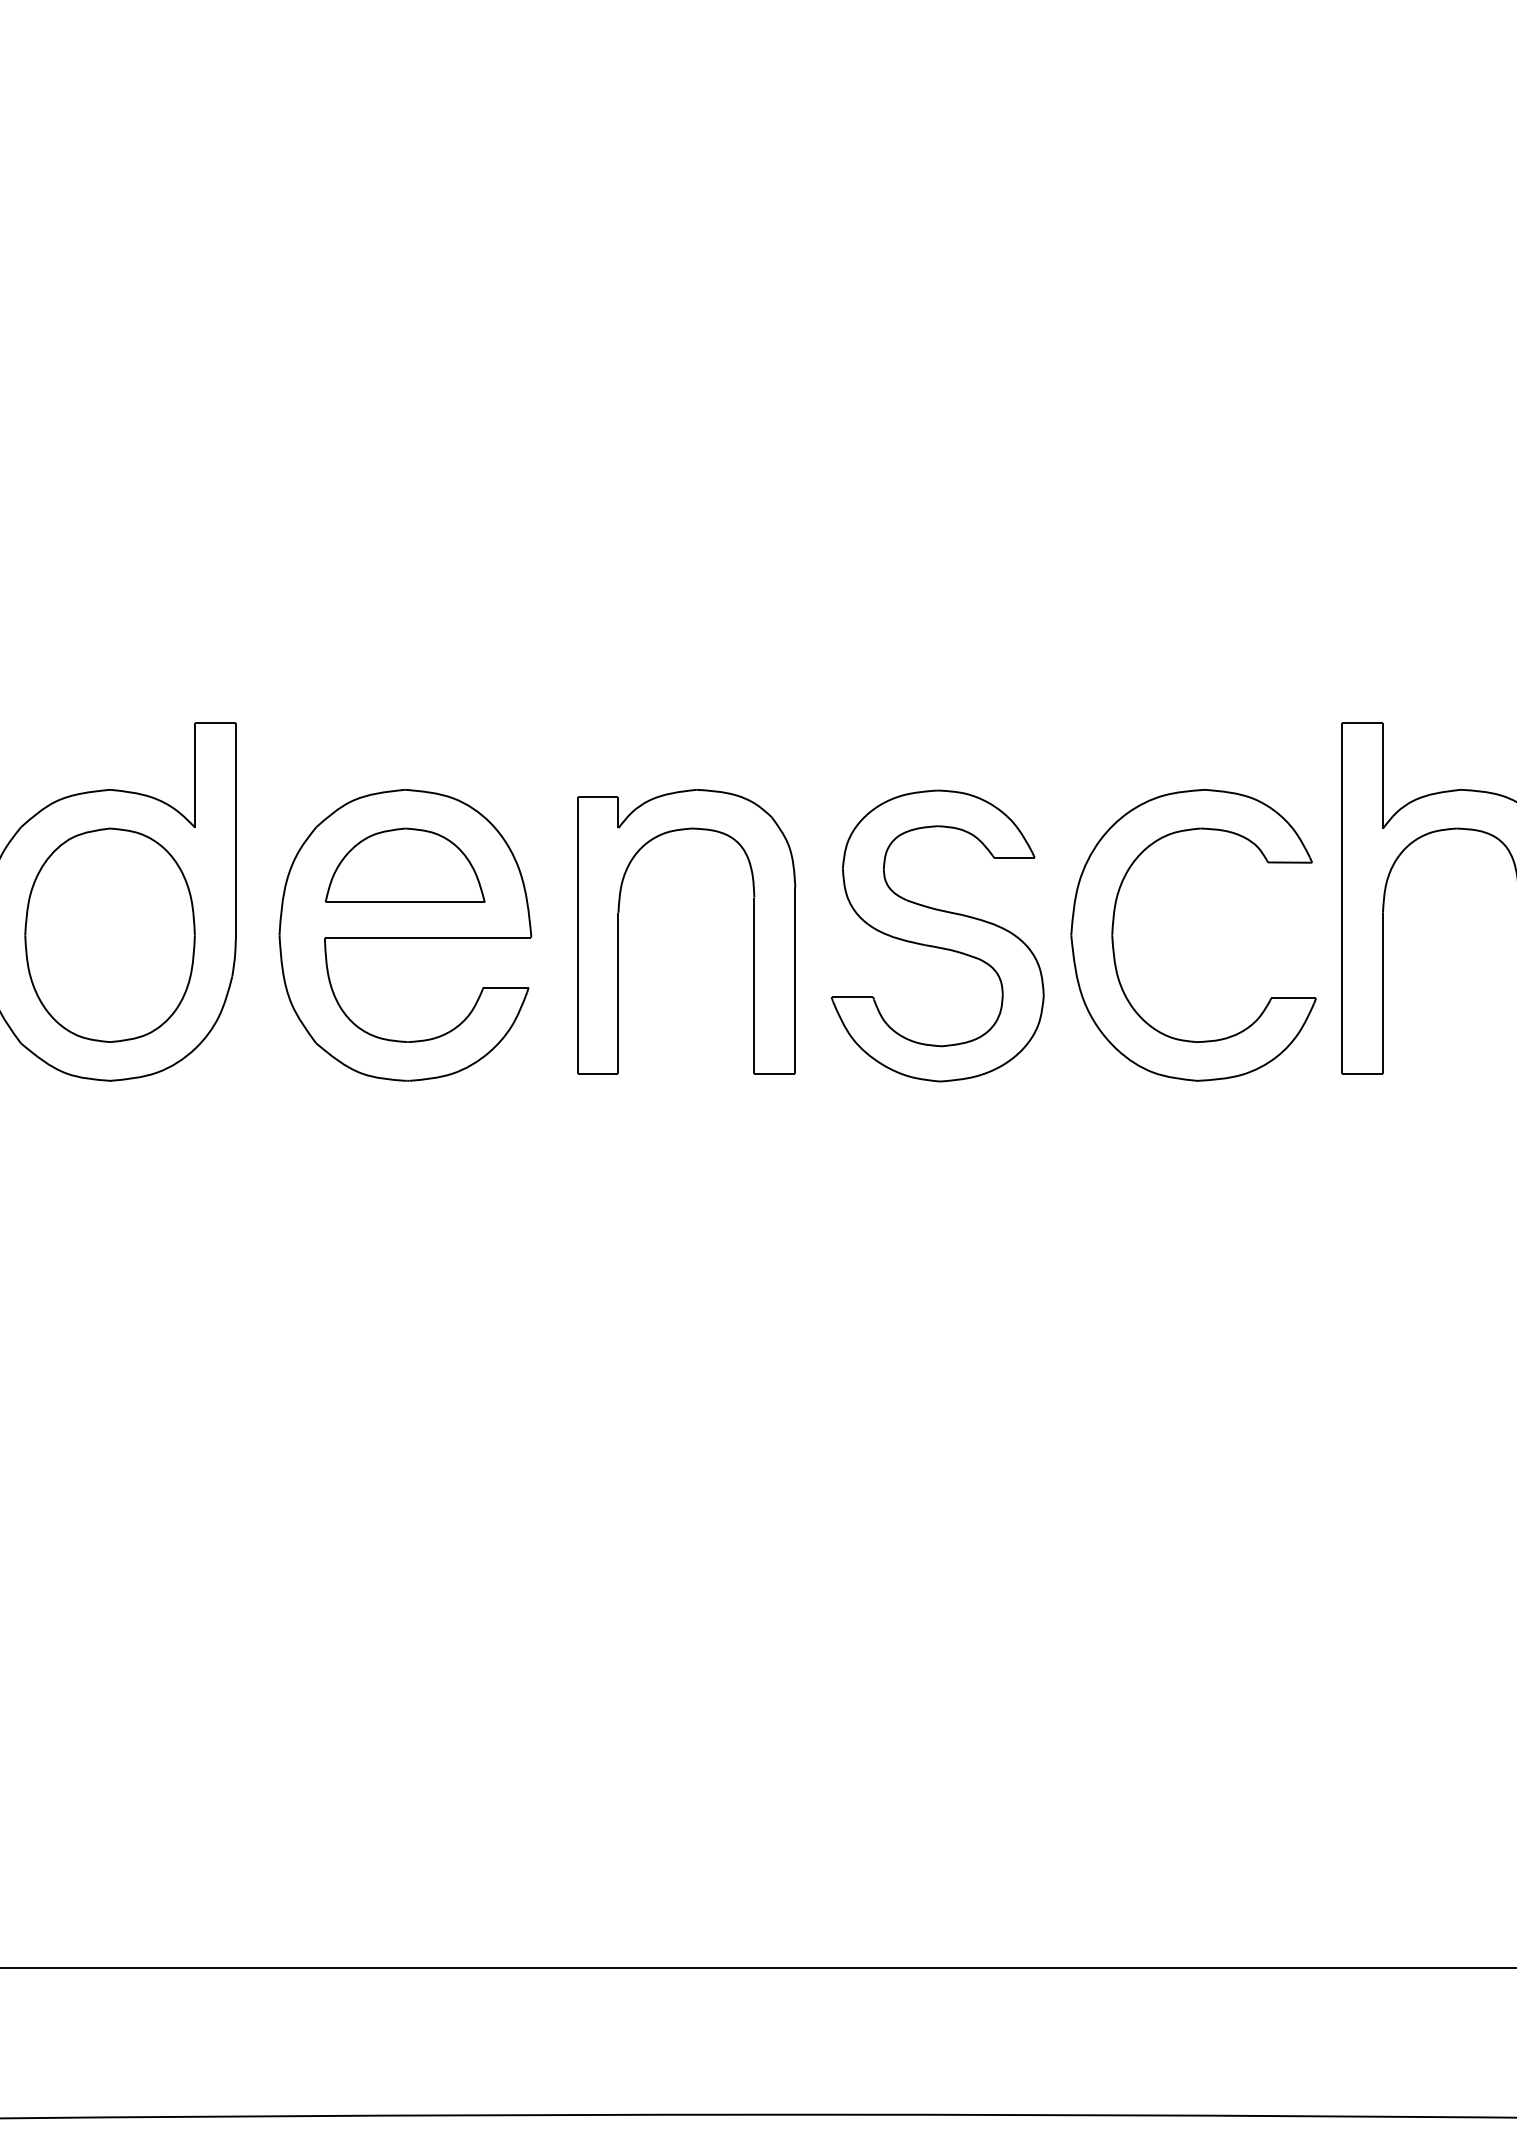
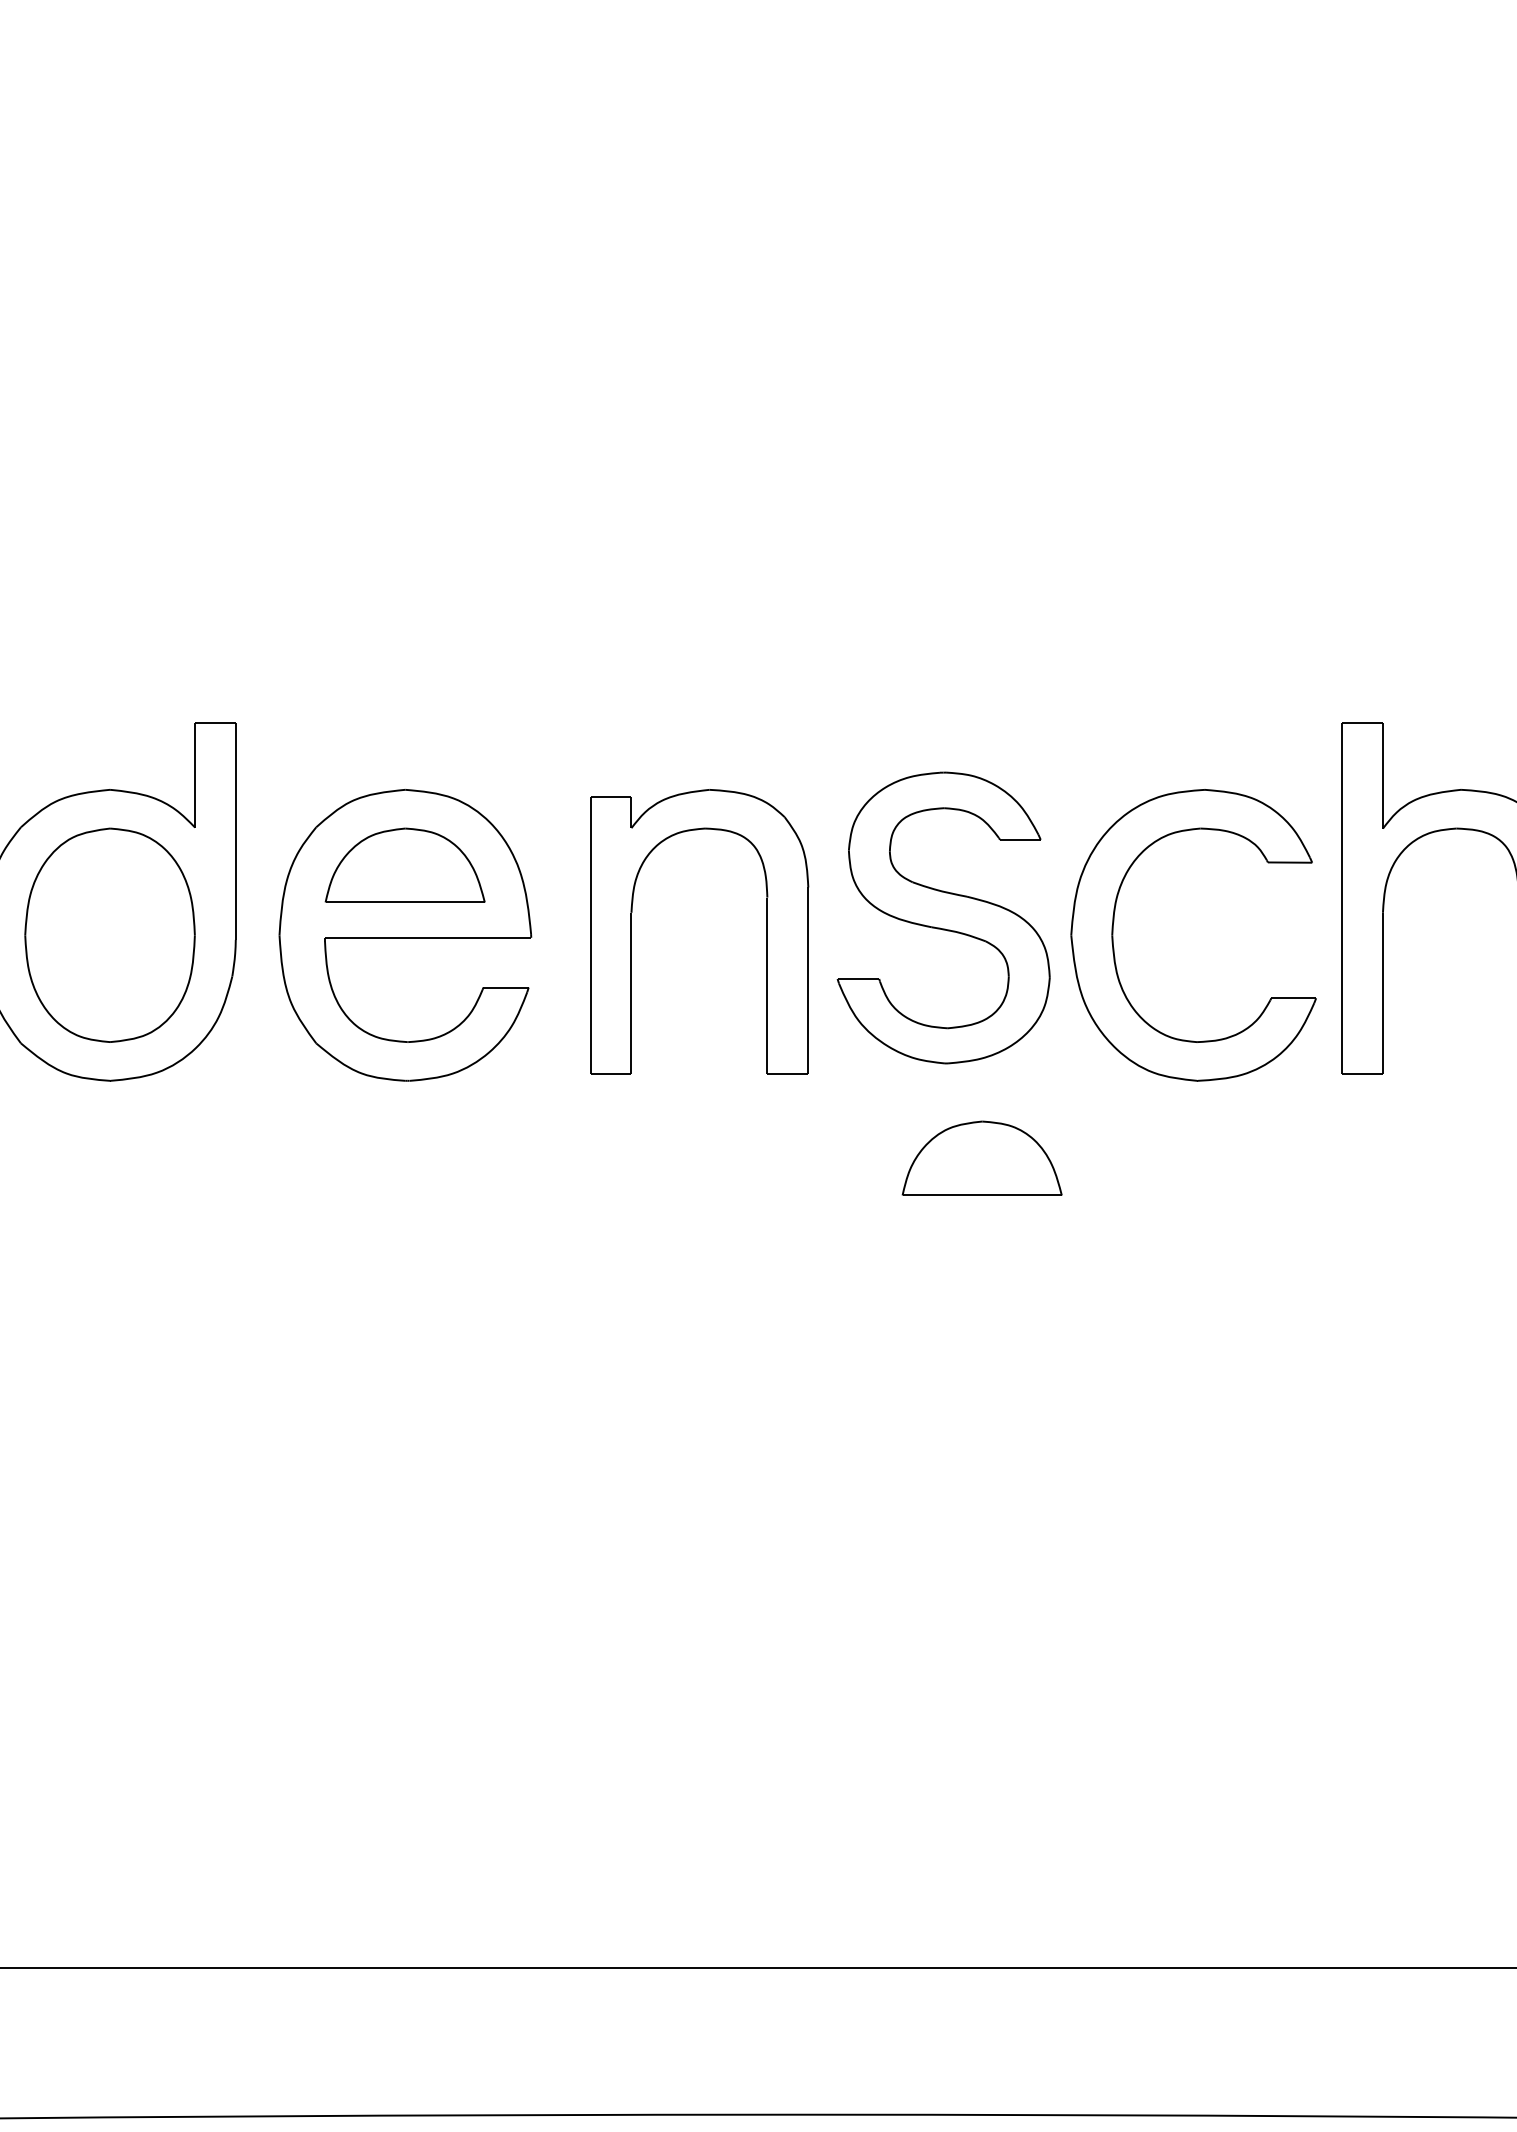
part at (753, 931) position: (753, 931) -> (766, 931)
part at (937, 935) position: (937, 935) -> (943, 917)
part at (981, 1157): none -> present
